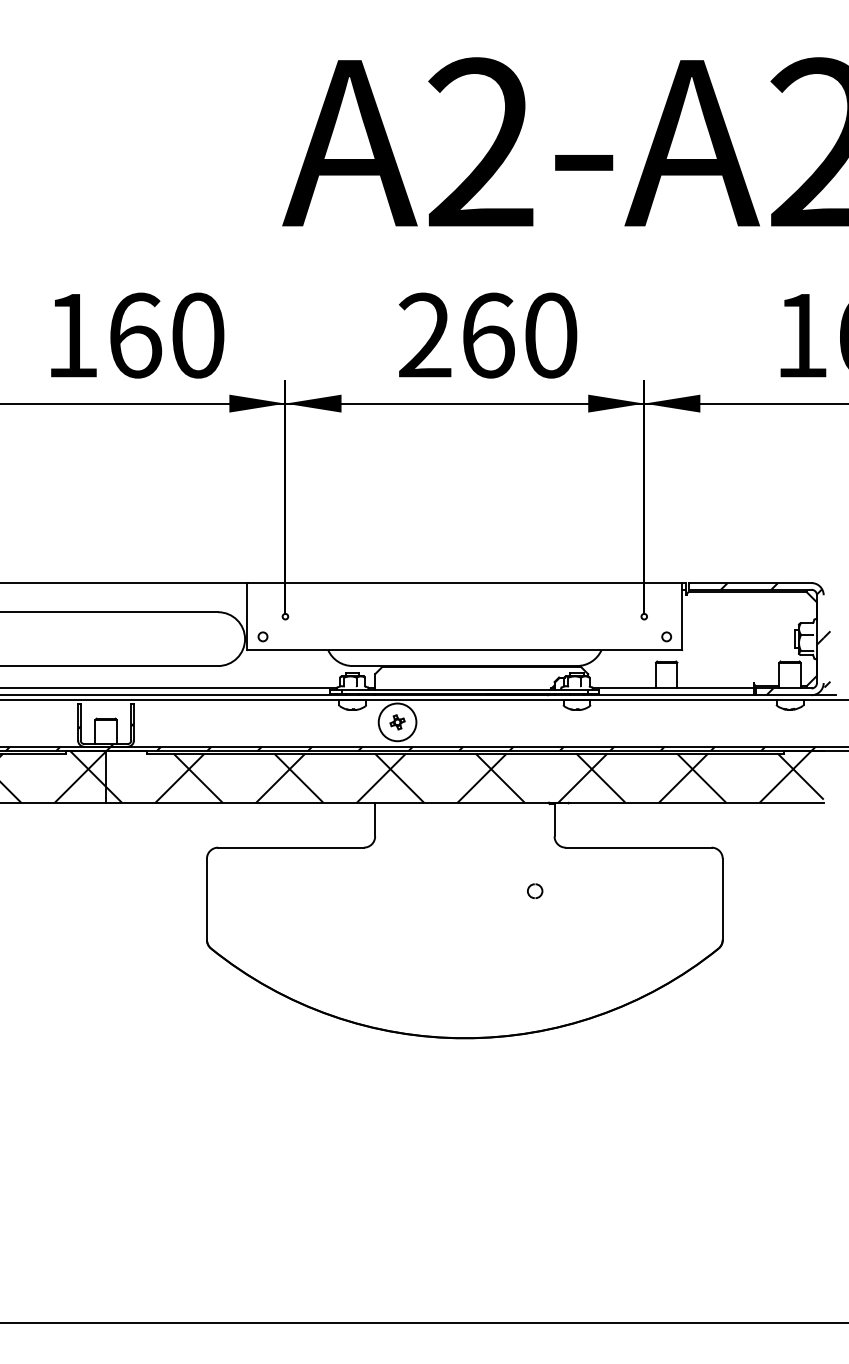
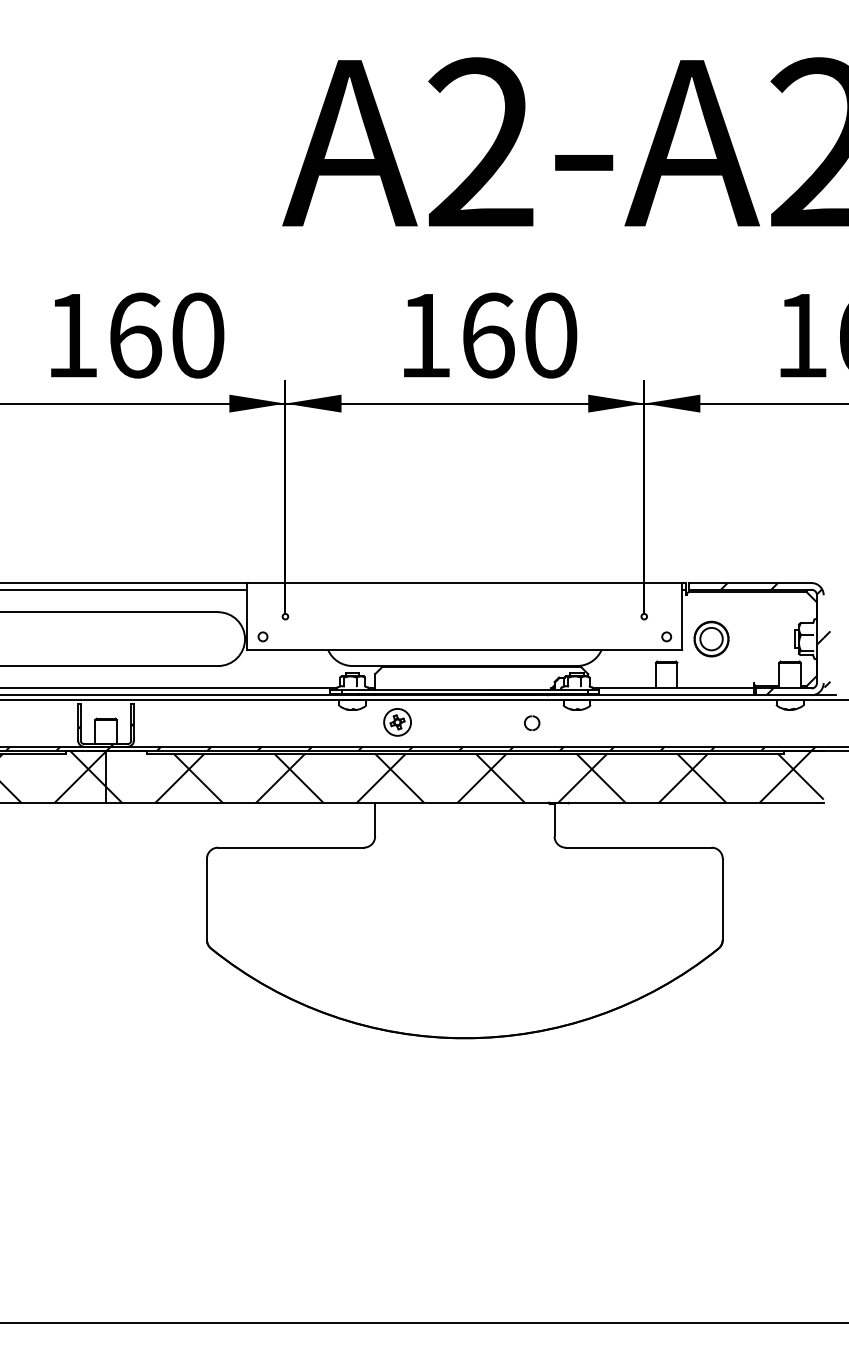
text at (424, 334): 260 -> 160
line at (124, 589): none -> present
part at (711, 638): none -> present
circle at (397, 722) diameter: 38 px -> 27 px
part at (535, 890) position: (535, 890) -> (532, 722)
